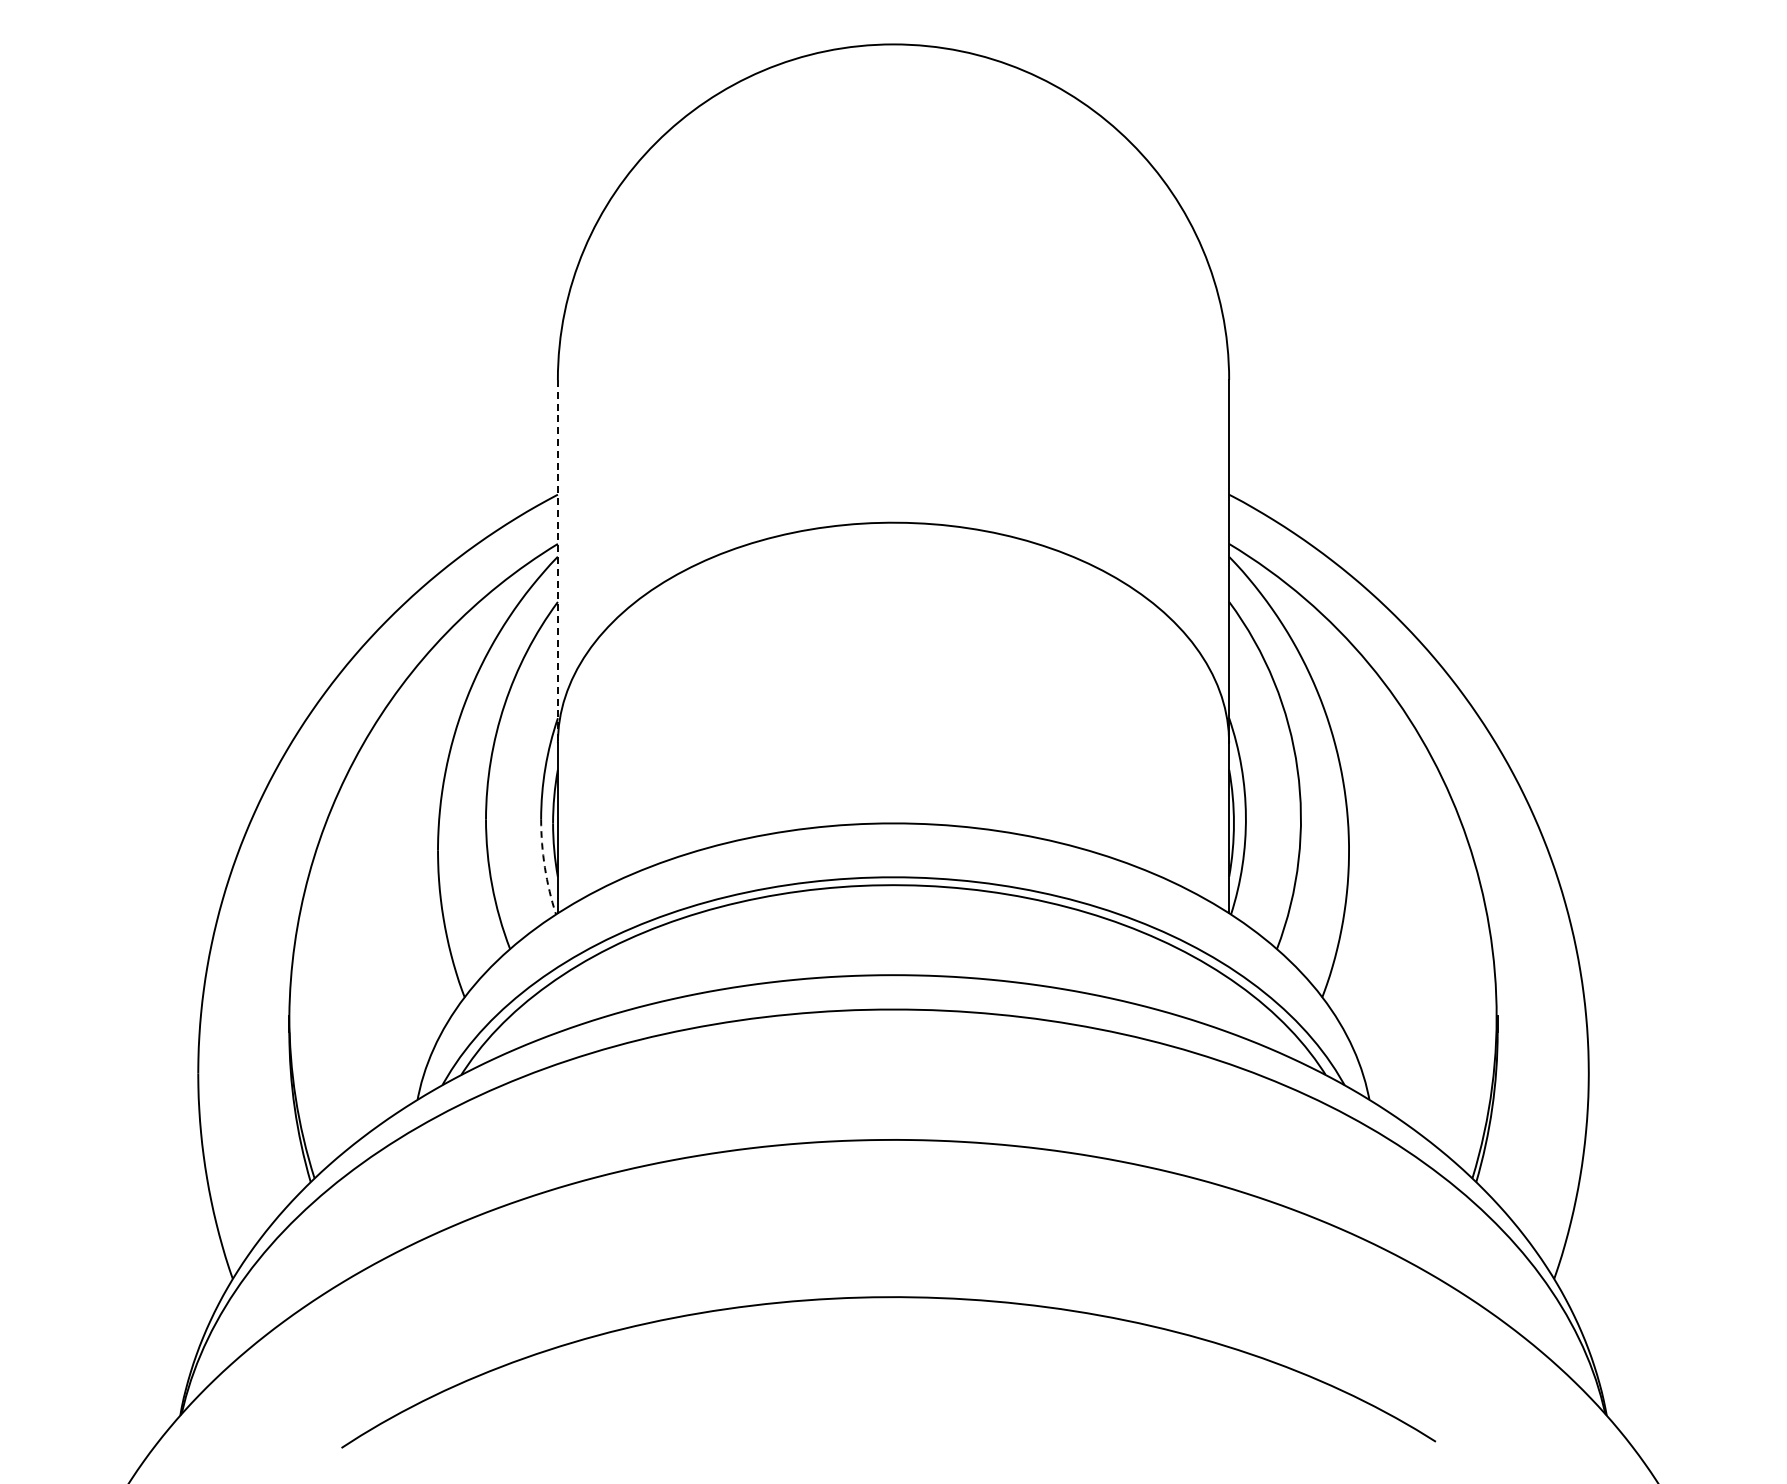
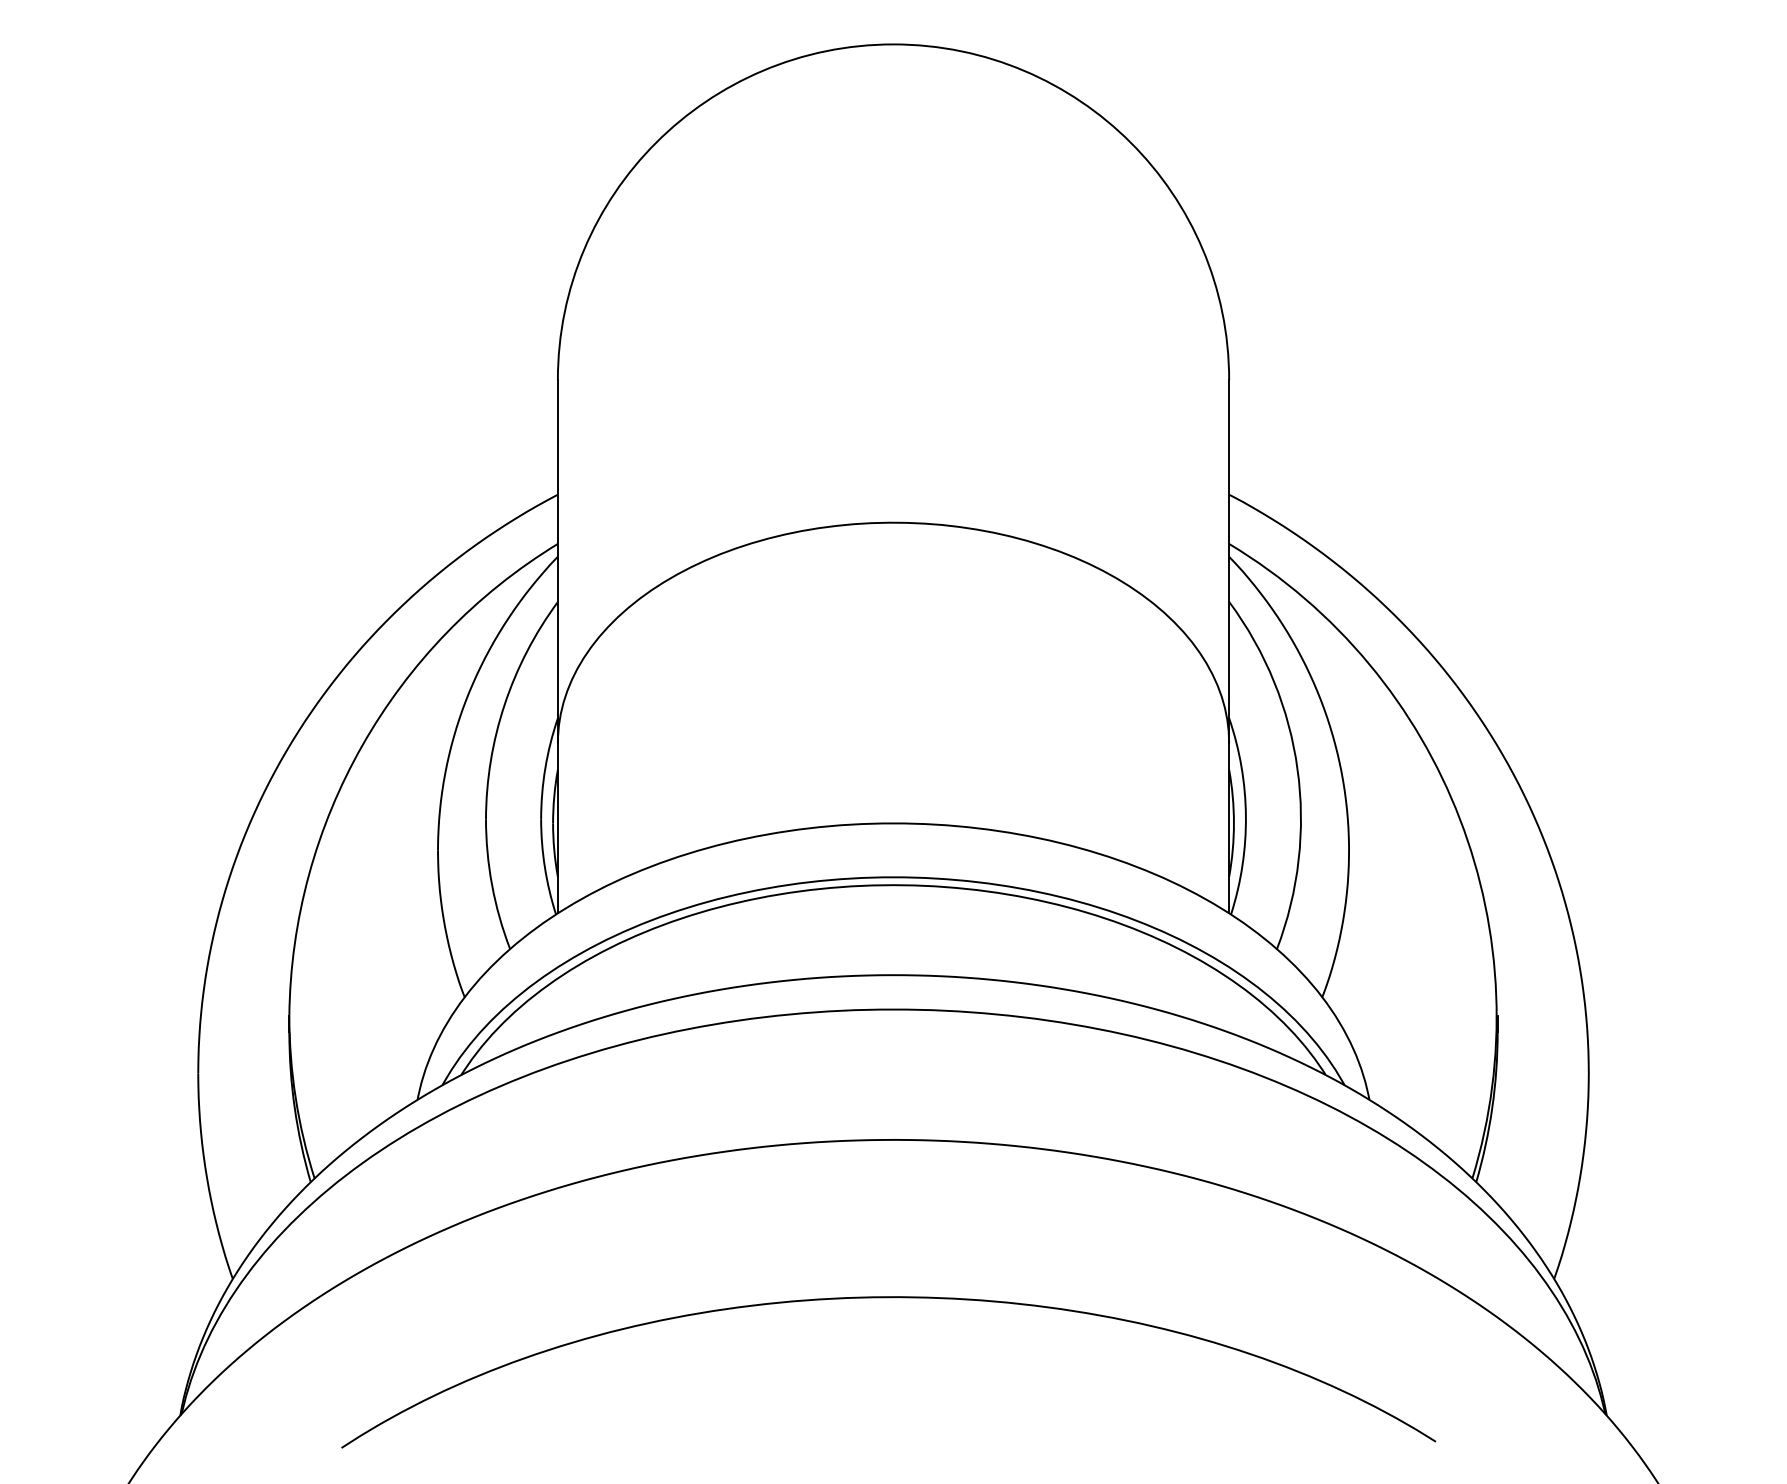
line at (557, 561): dashed -> solid
arc at (544, 867): dashed -> solid
